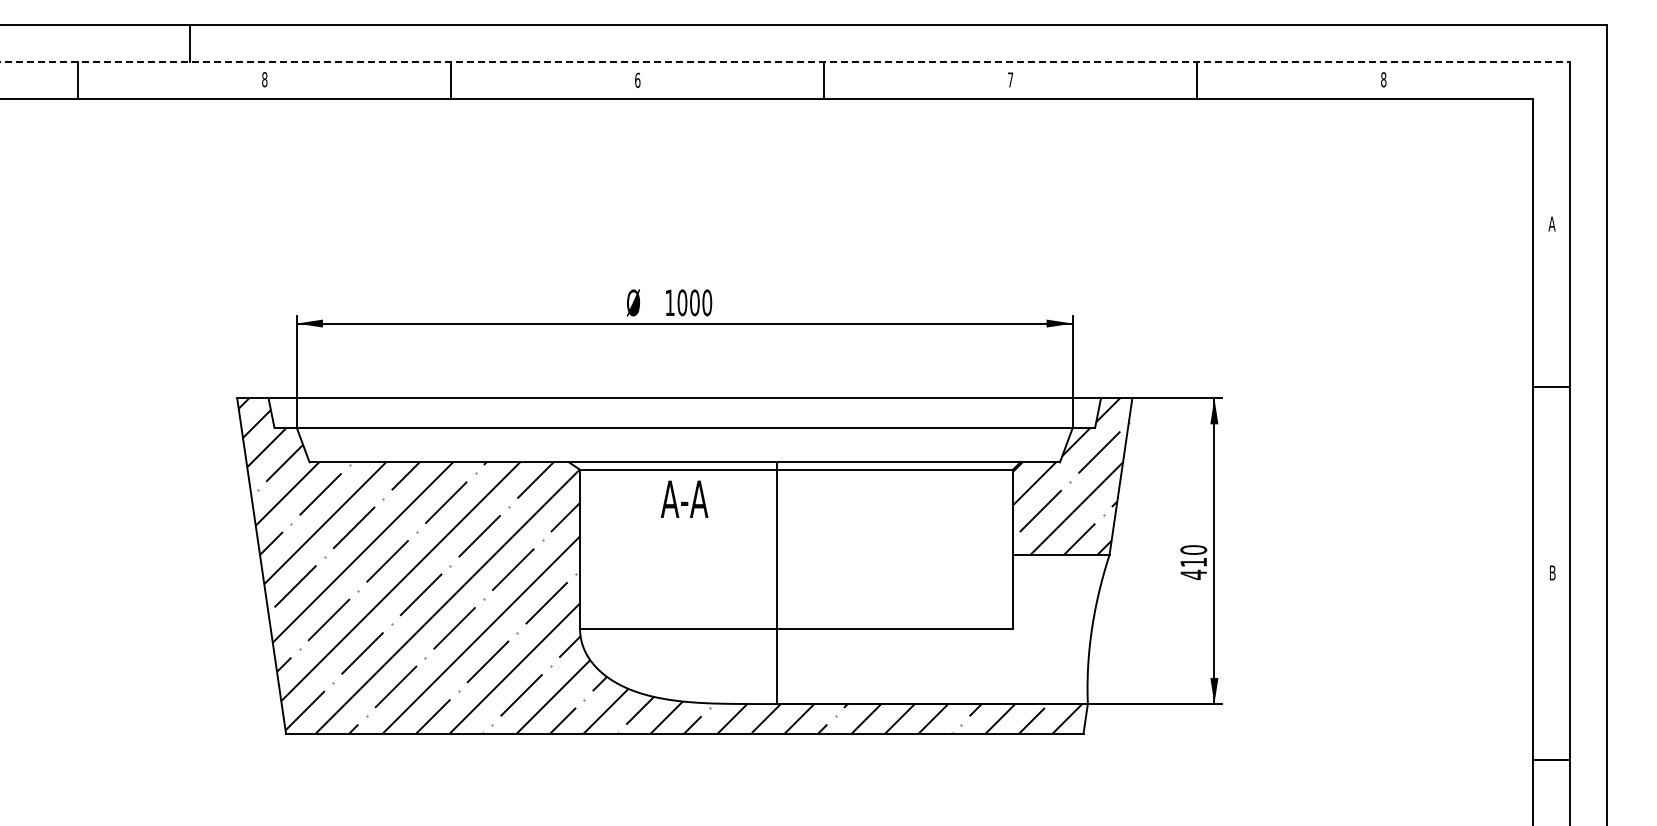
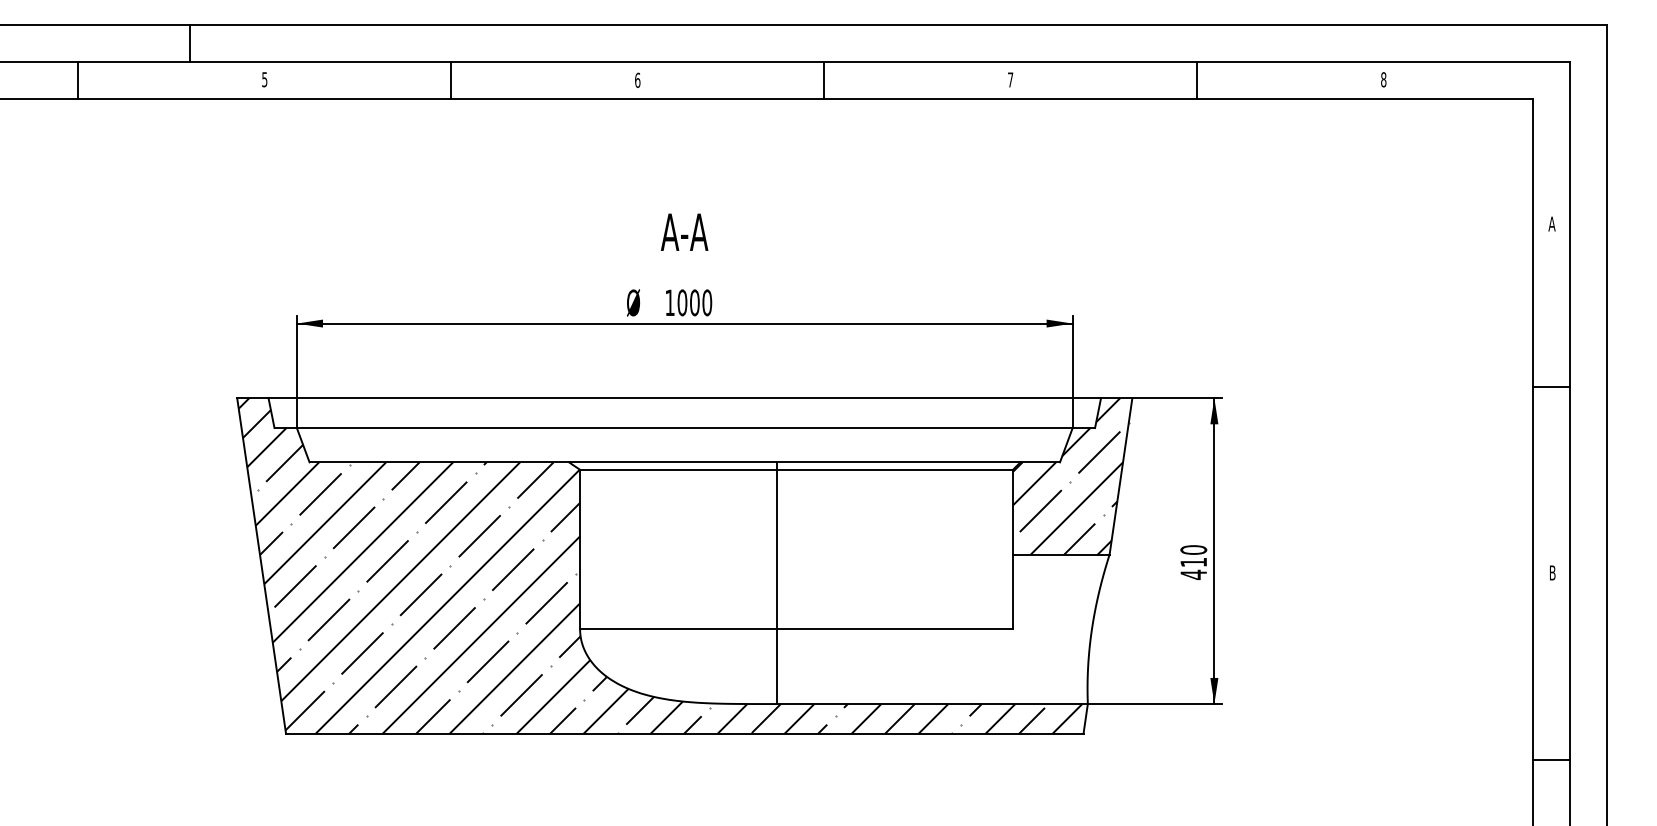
line at (785, 62): dashed -> solid
text at (264, 79): 8 -> 5
text at (684, 498) position: (684, 498) -> (684, 231)
